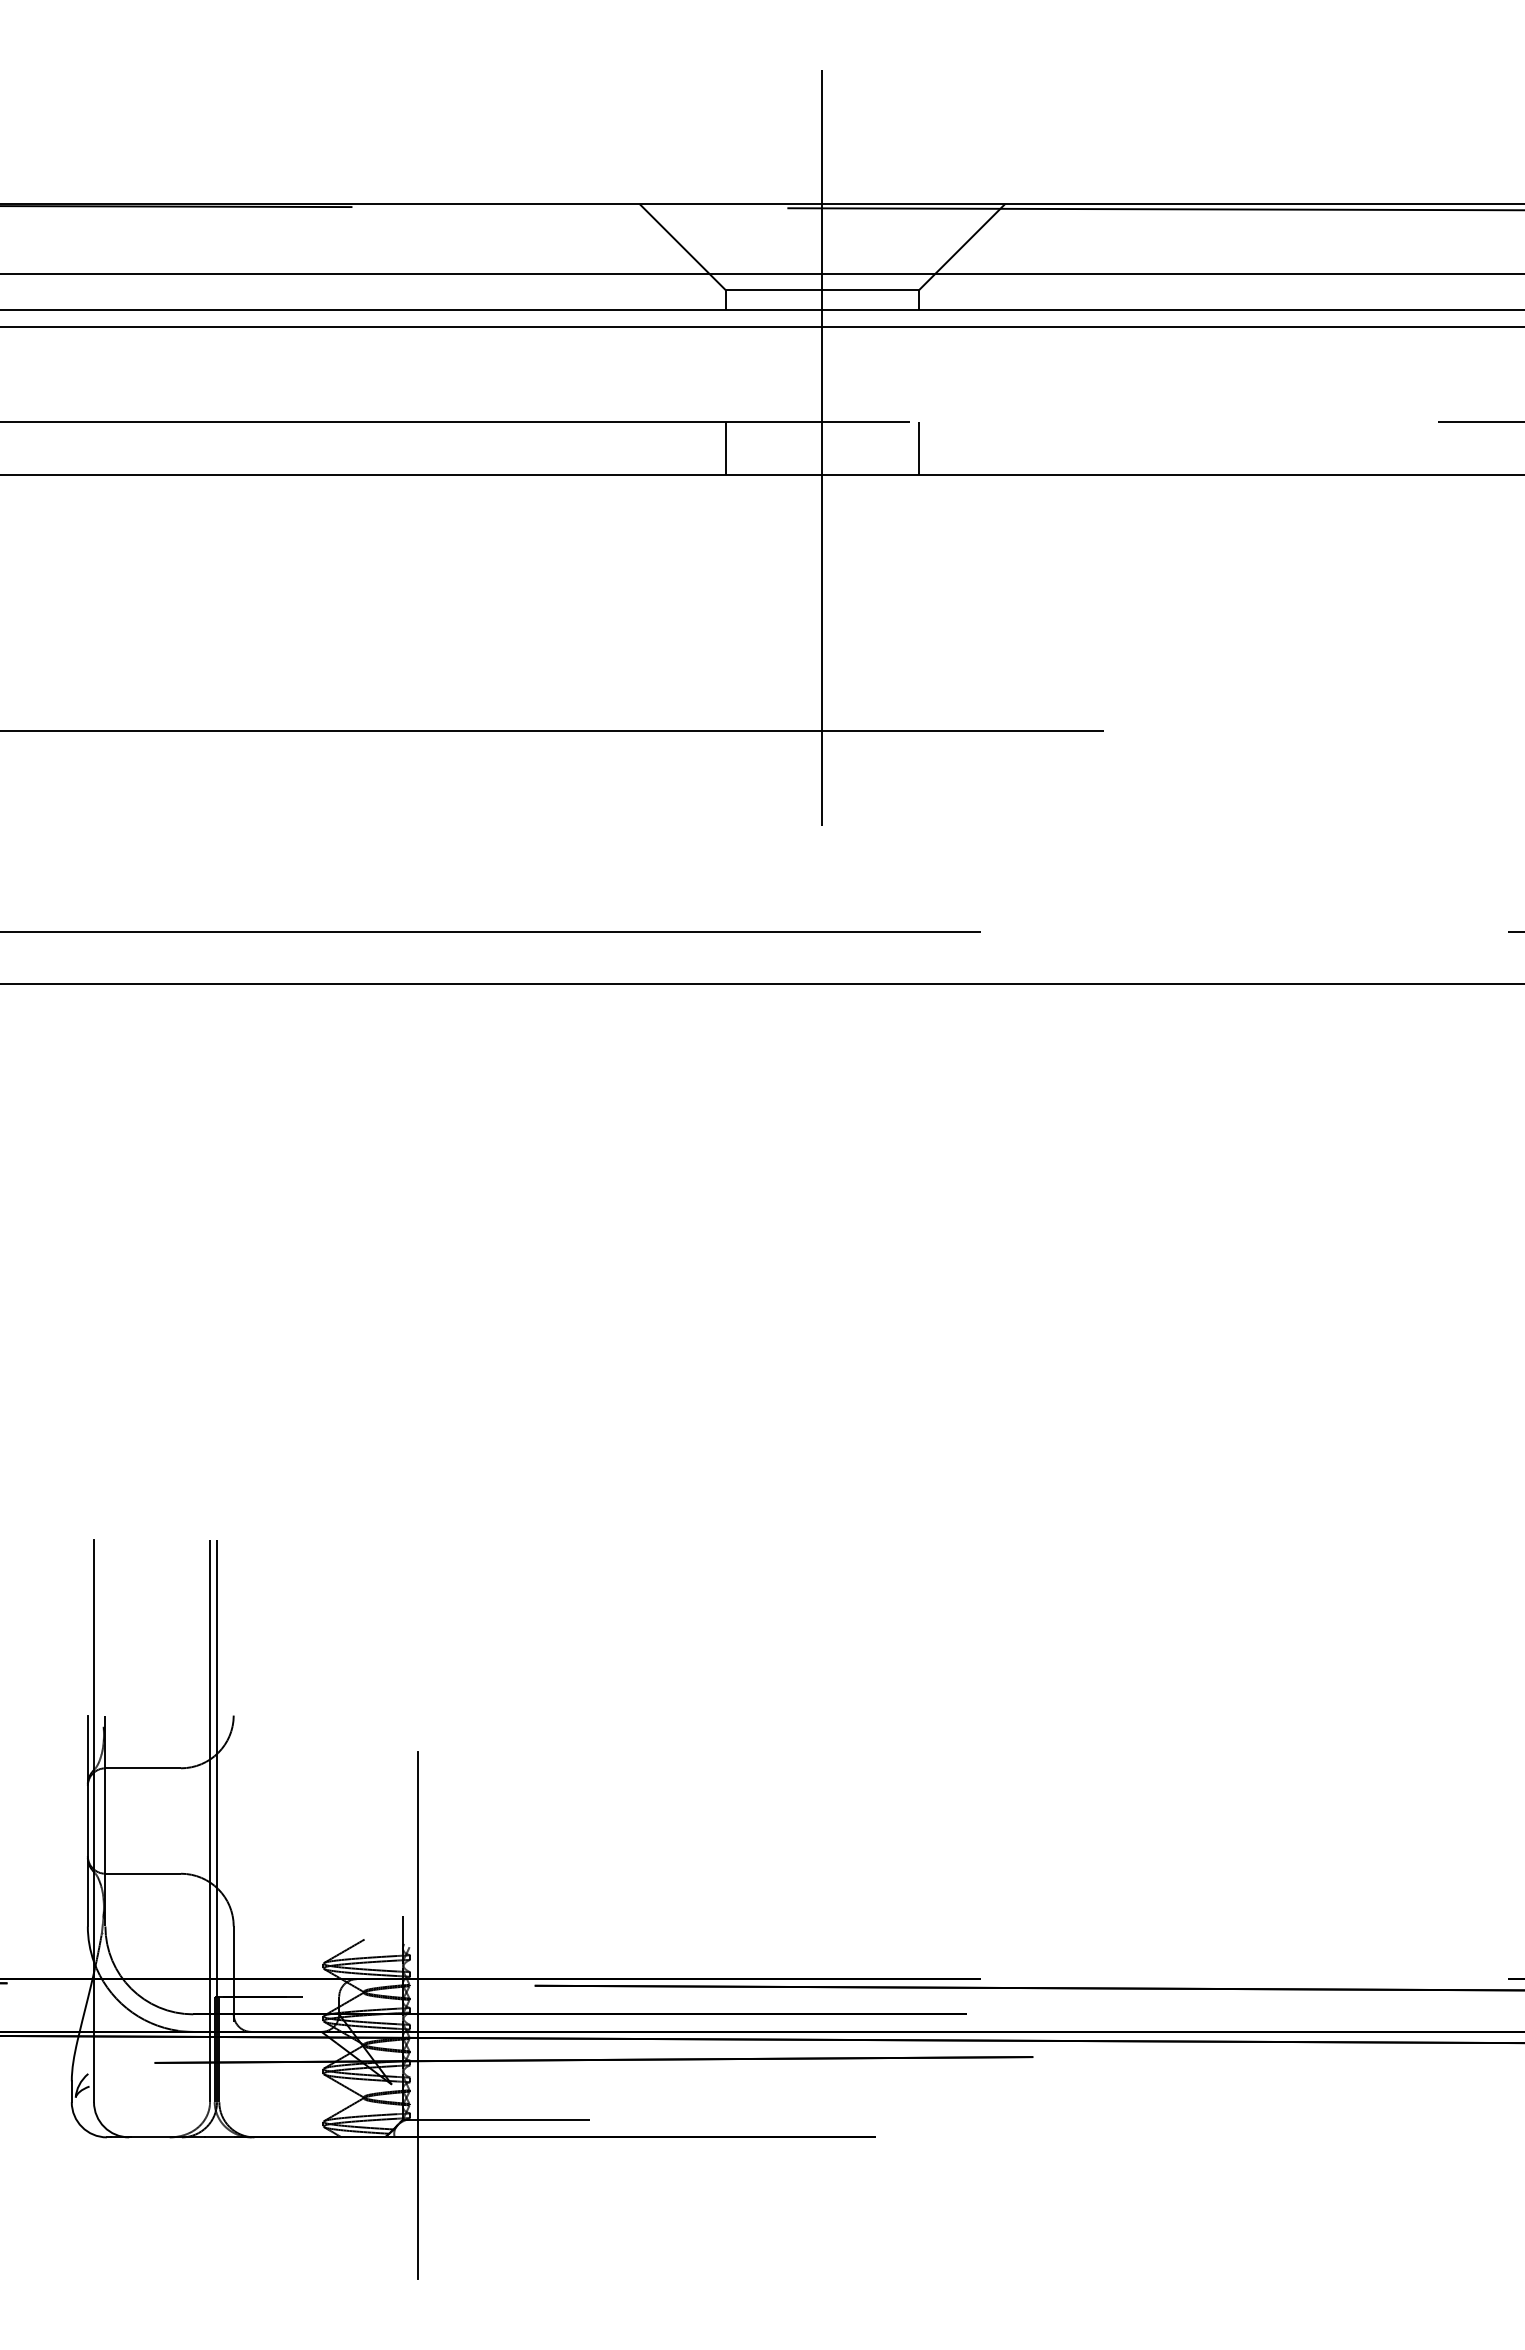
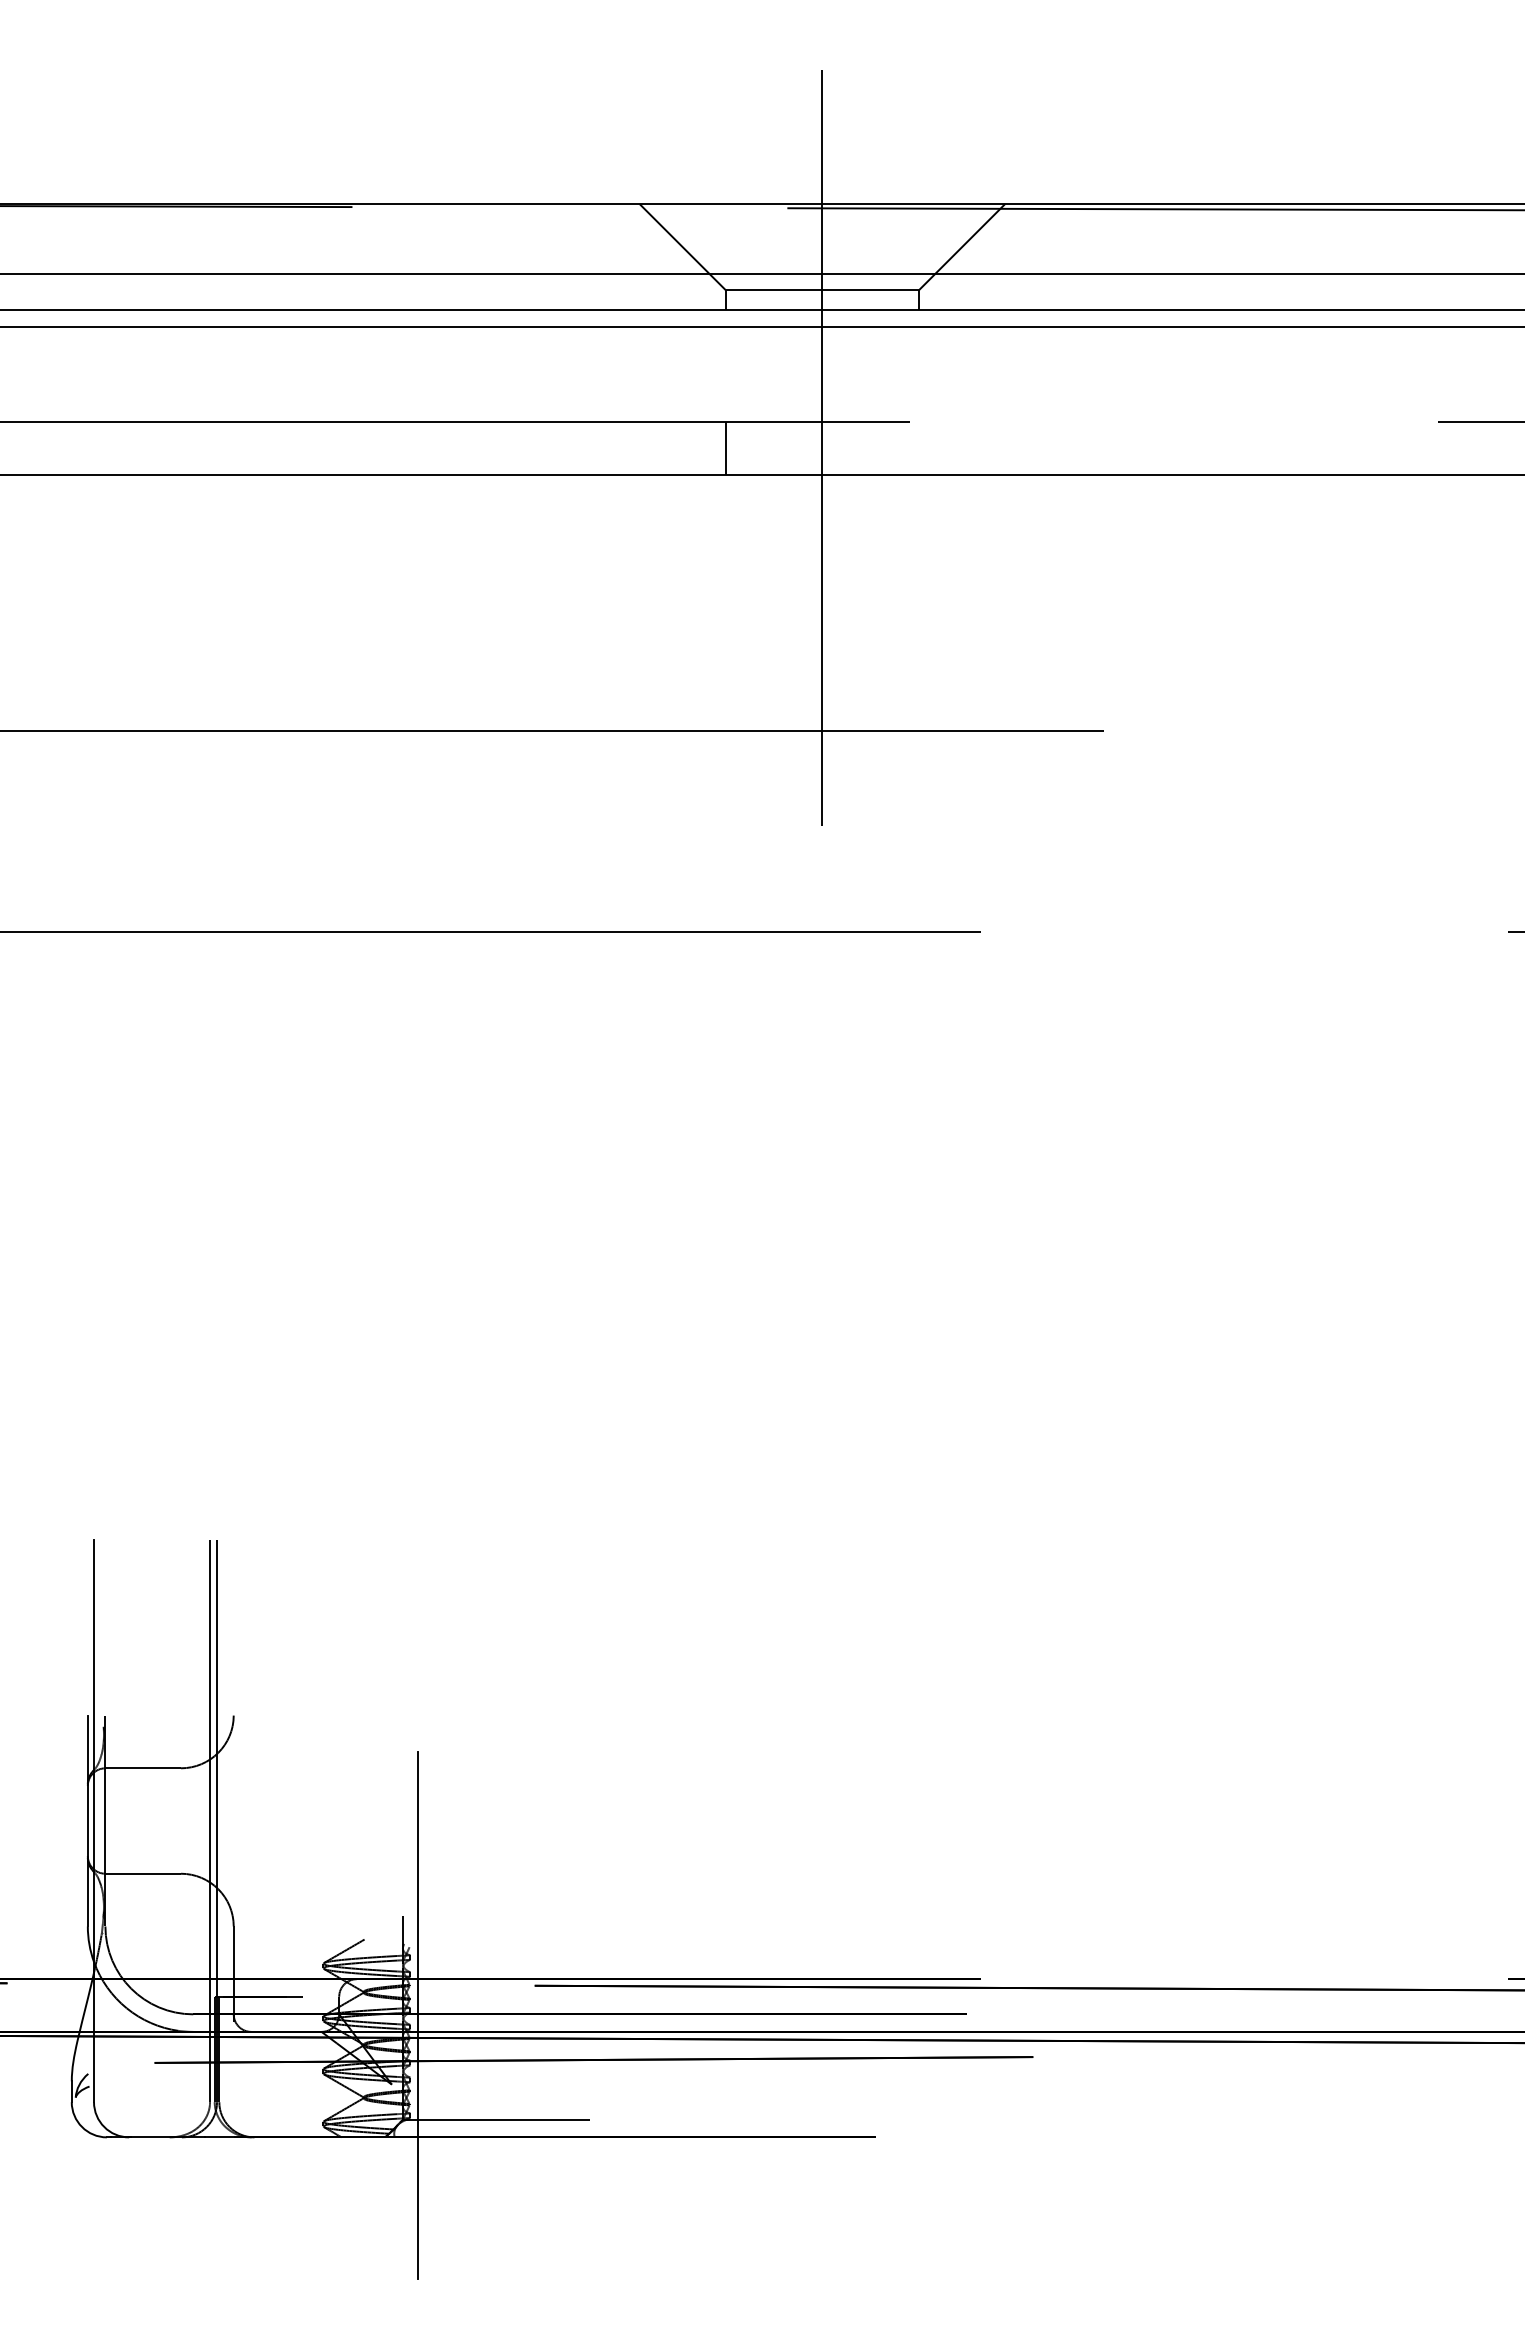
line at (919, 447): present -> none
line at (761, 984): present -> none
